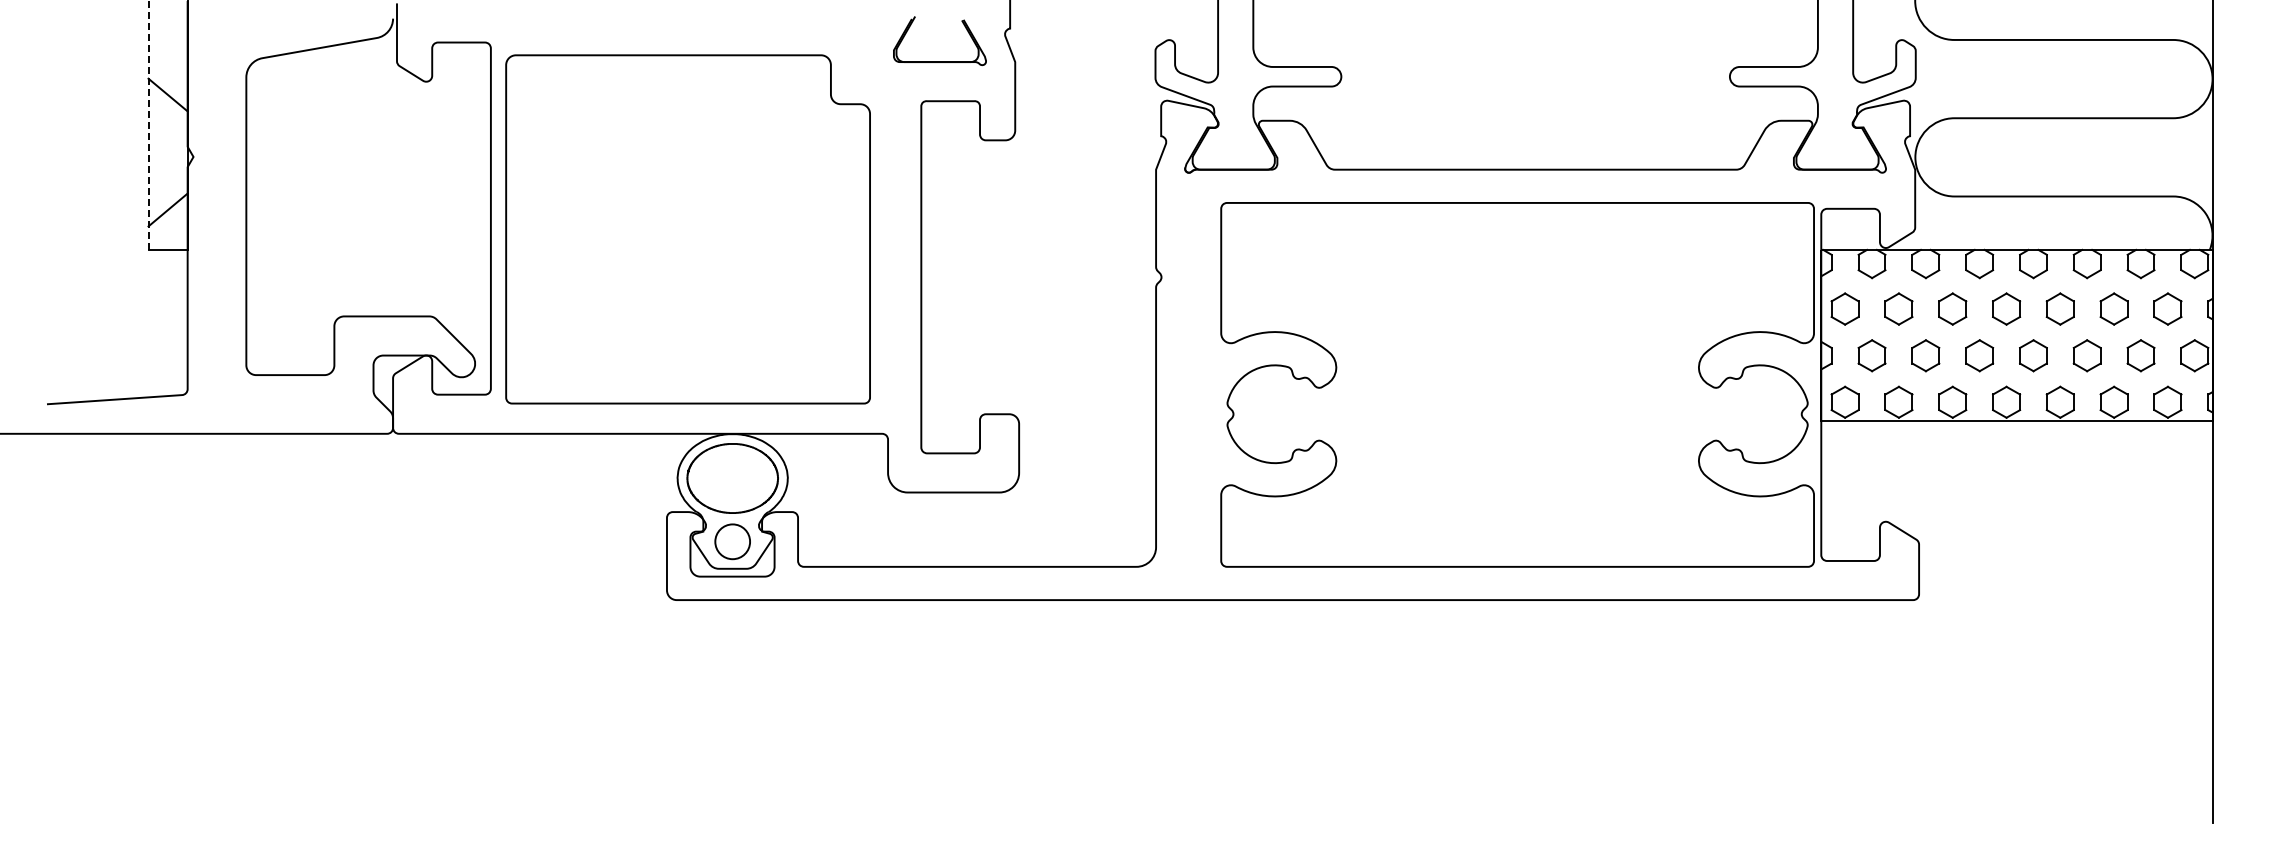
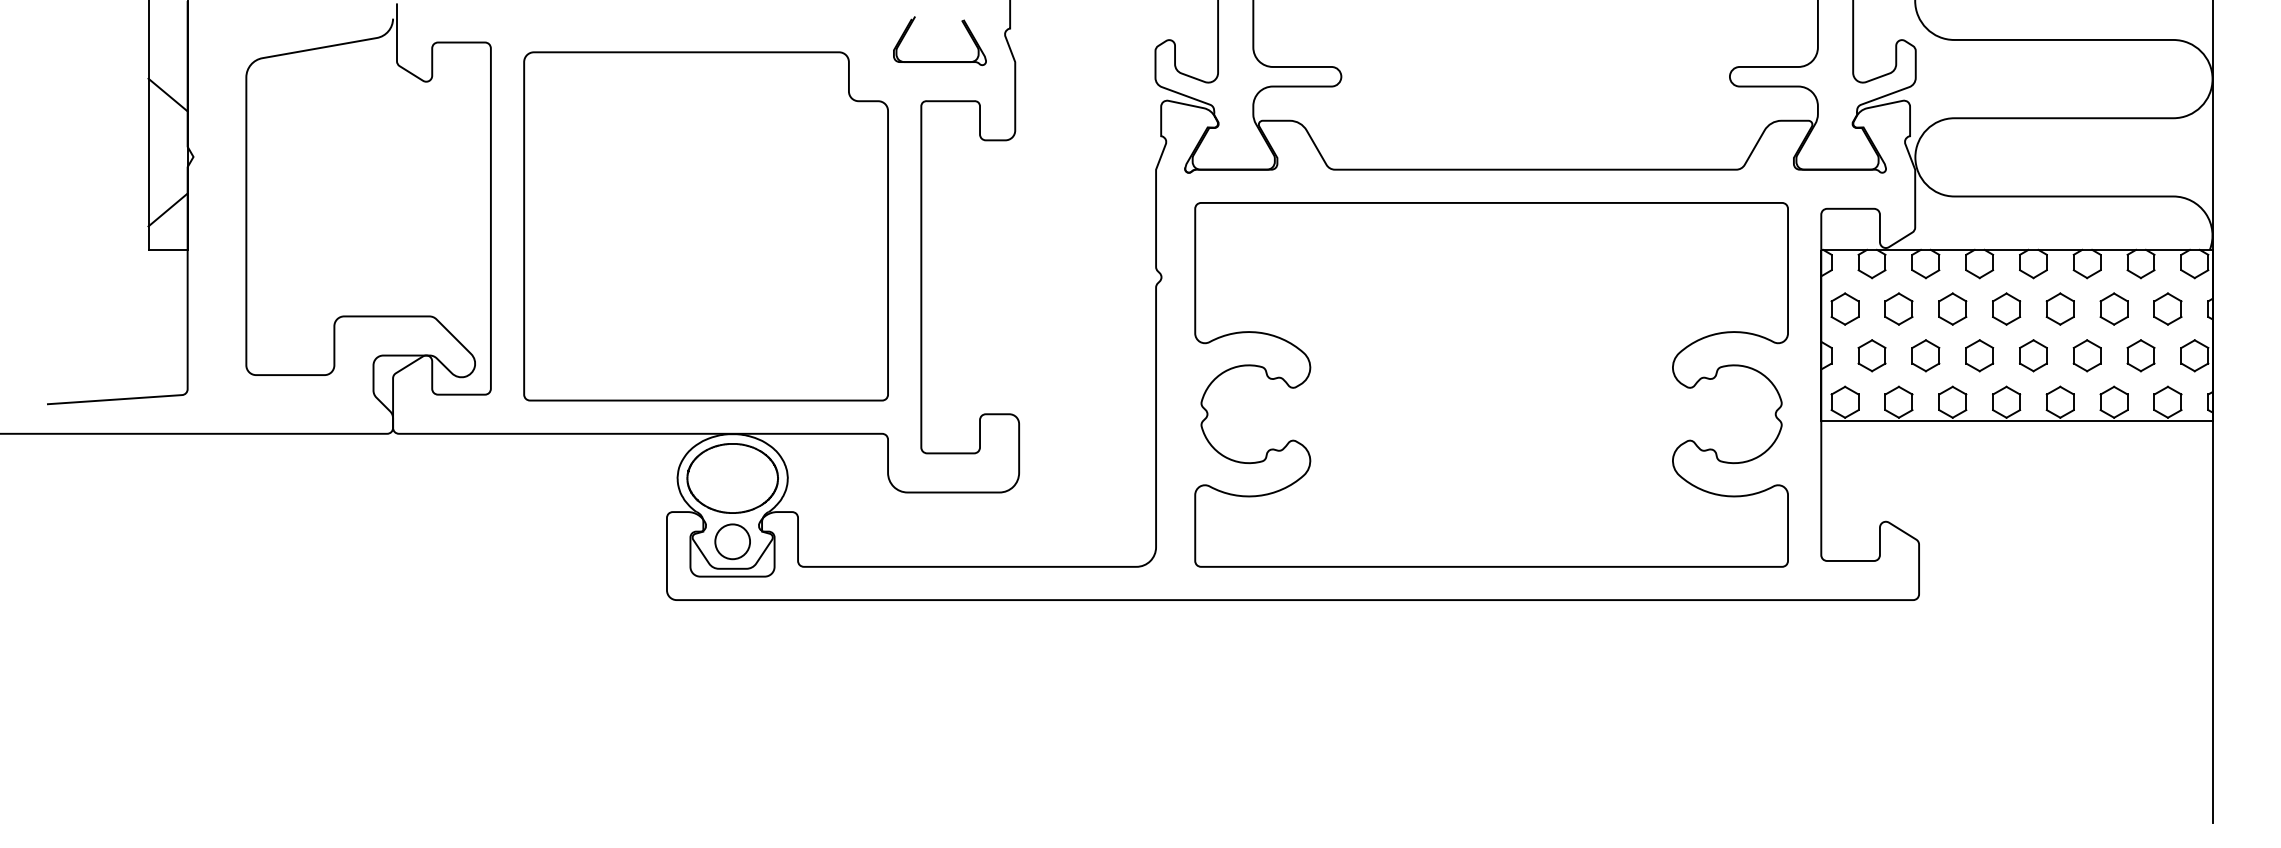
line at (148, 125): dashed -> solid
part at (687, 229) position: (687, 229) -> (705, 226)
part at (1517, 384) position: (1517, 384) -> (1491, 384)
